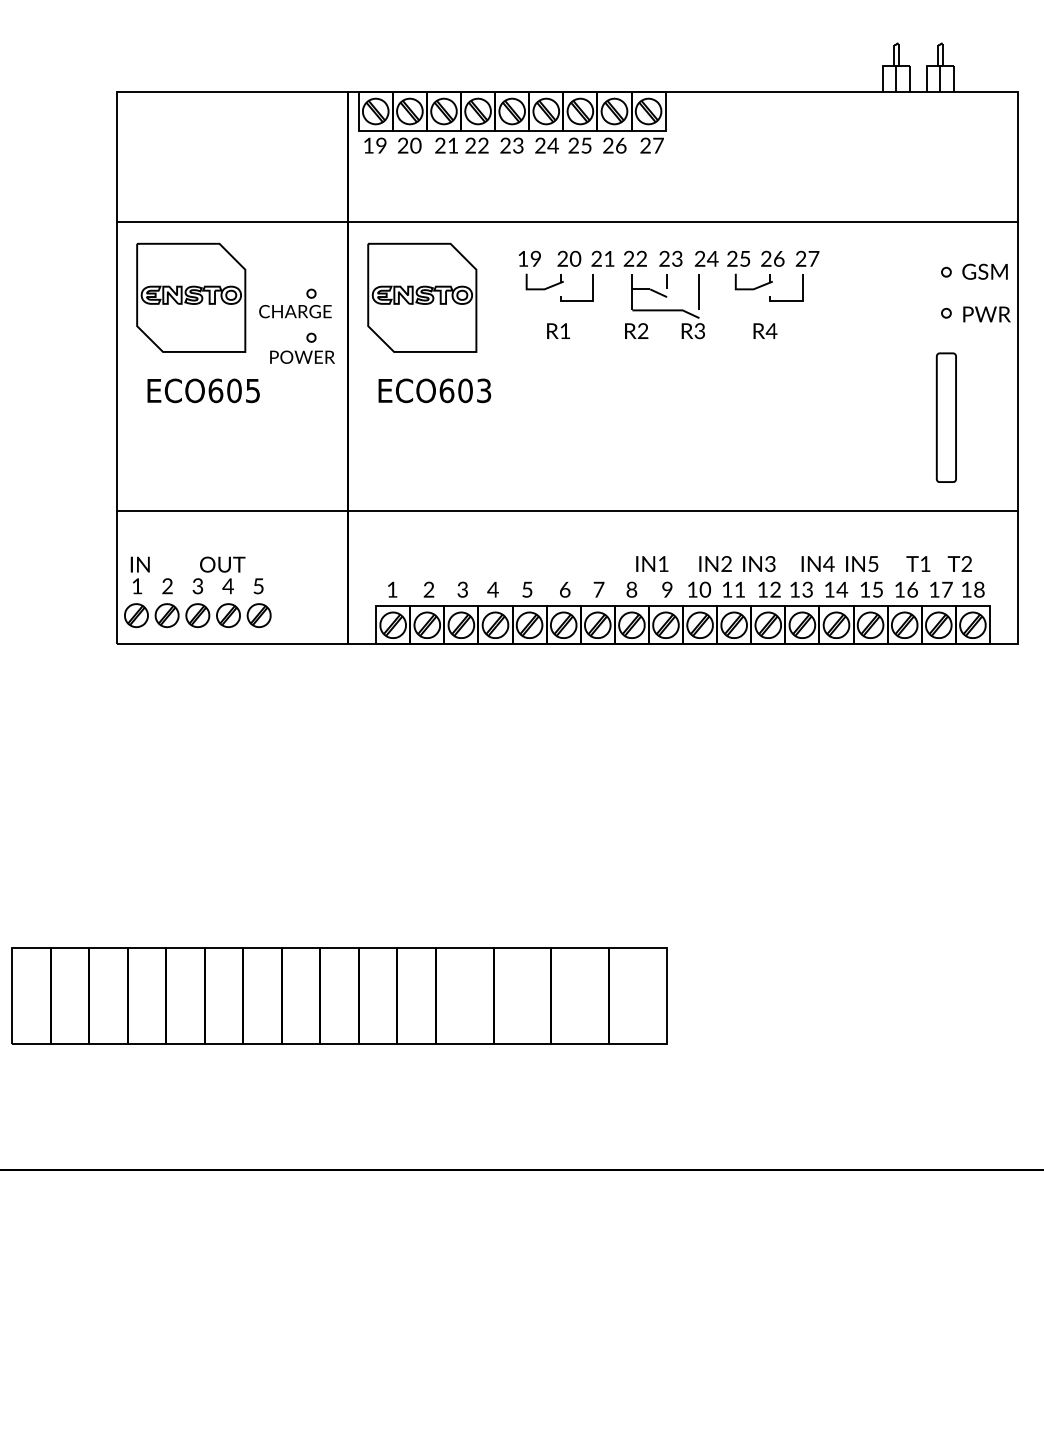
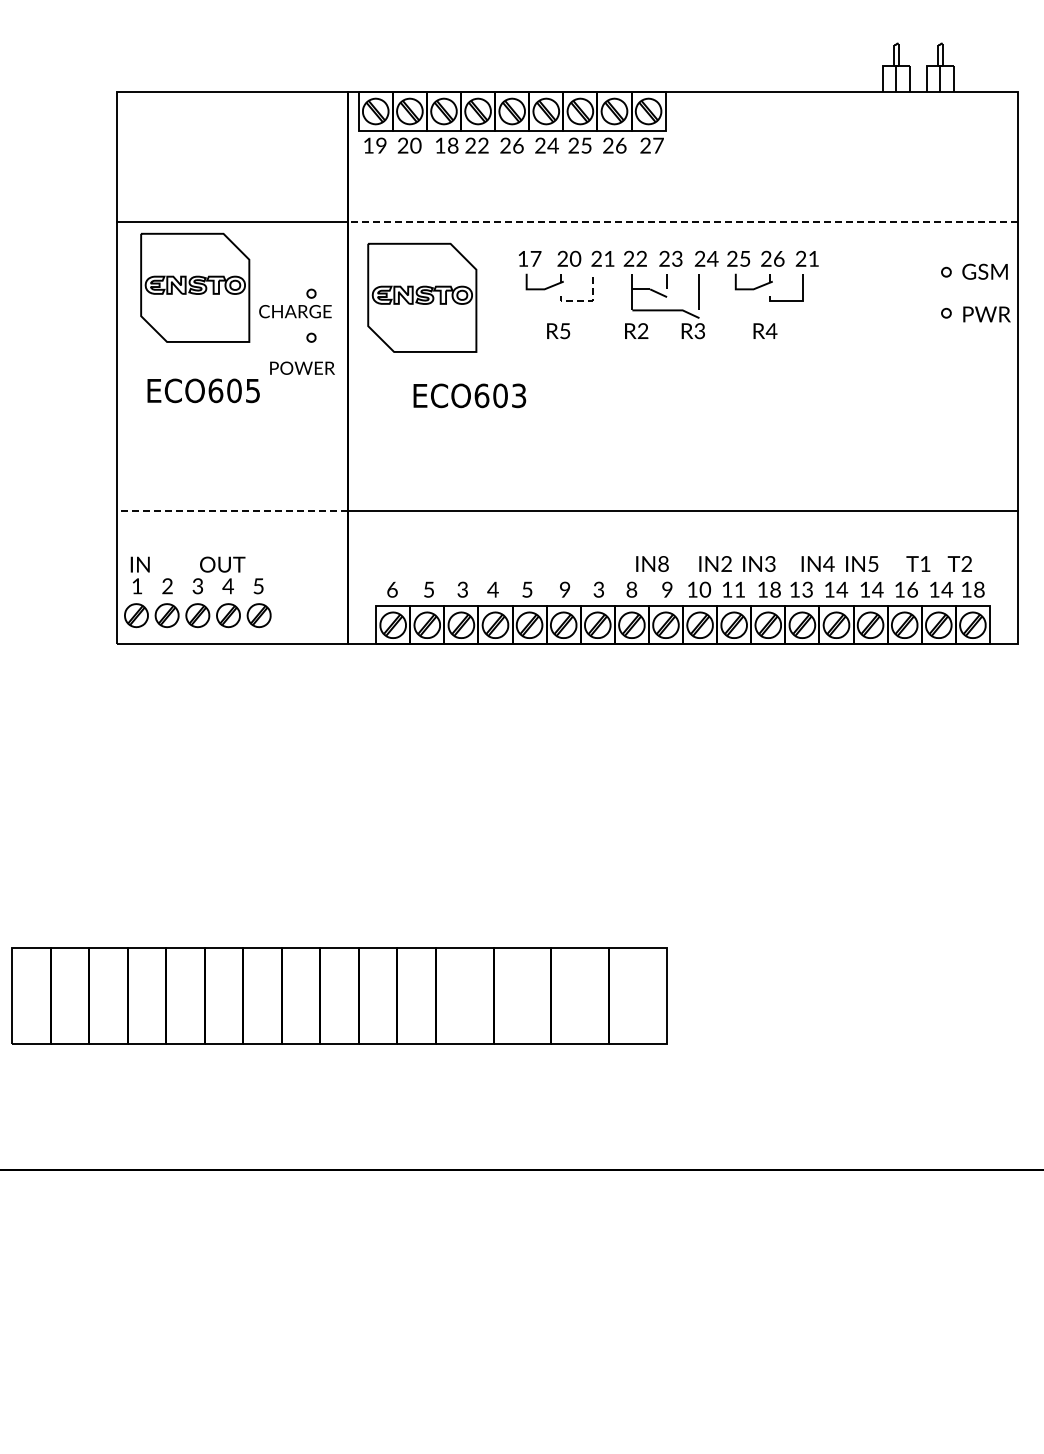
text at (446, 145): 21 -> 18
text at (518, 145): 23 -> 26
line at (682, 222): solid -> dashed
text at (535, 258): 19 -> 17
text at (813, 258): 27 -> 21
part at (191, 297) position: (191, 297) -> (195, 287)
line at (588, 301): solid -> dashed
text at (565, 331): R1 -> R5
text at (302, 356) position: (302, 356) -> (302, 367)
text at (434, 390) position: (434, 390) -> (469, 395)
part at (945, 417): present -> none
line at (232, 510): solid -> dashed
text at (663, 563): IN1 -> IN8
text at (392, 589): 1 -> 6
text at (428, 589): 2 -> 5
text at (565, 589): 6 -> 9
text at (598, 589): 7 -> 3
text at (877, 589): 15 -> 14
text at (947, 589): 17 -> 14
text at (775, 590): 12 -> 18
